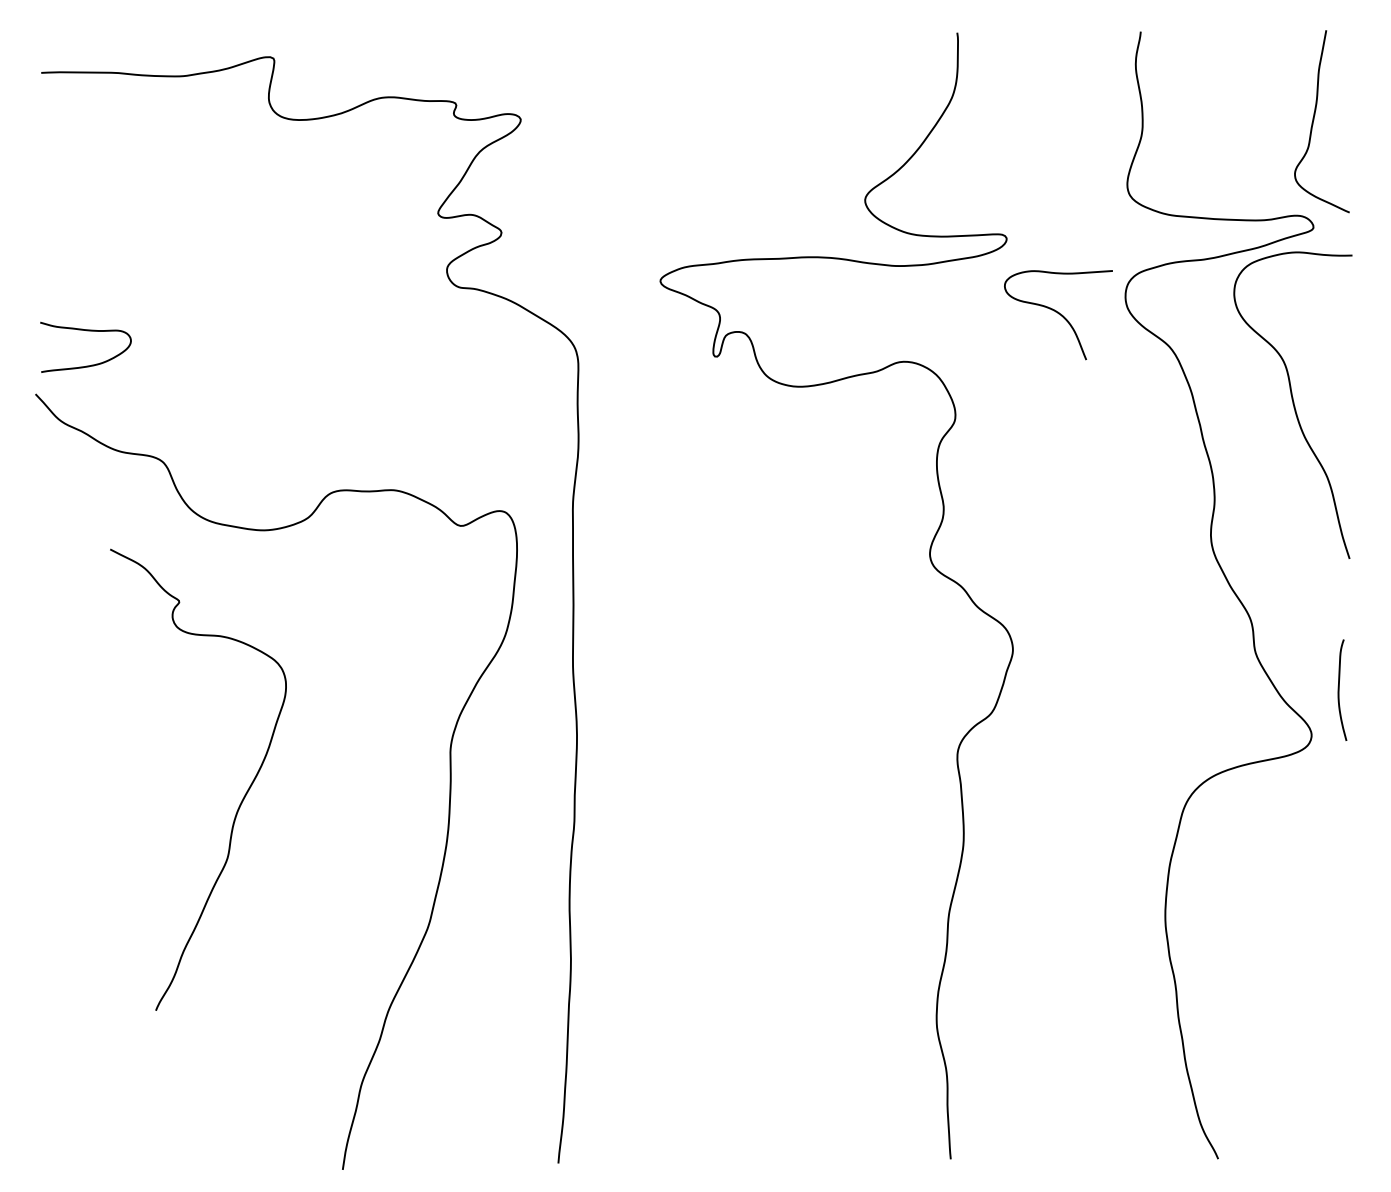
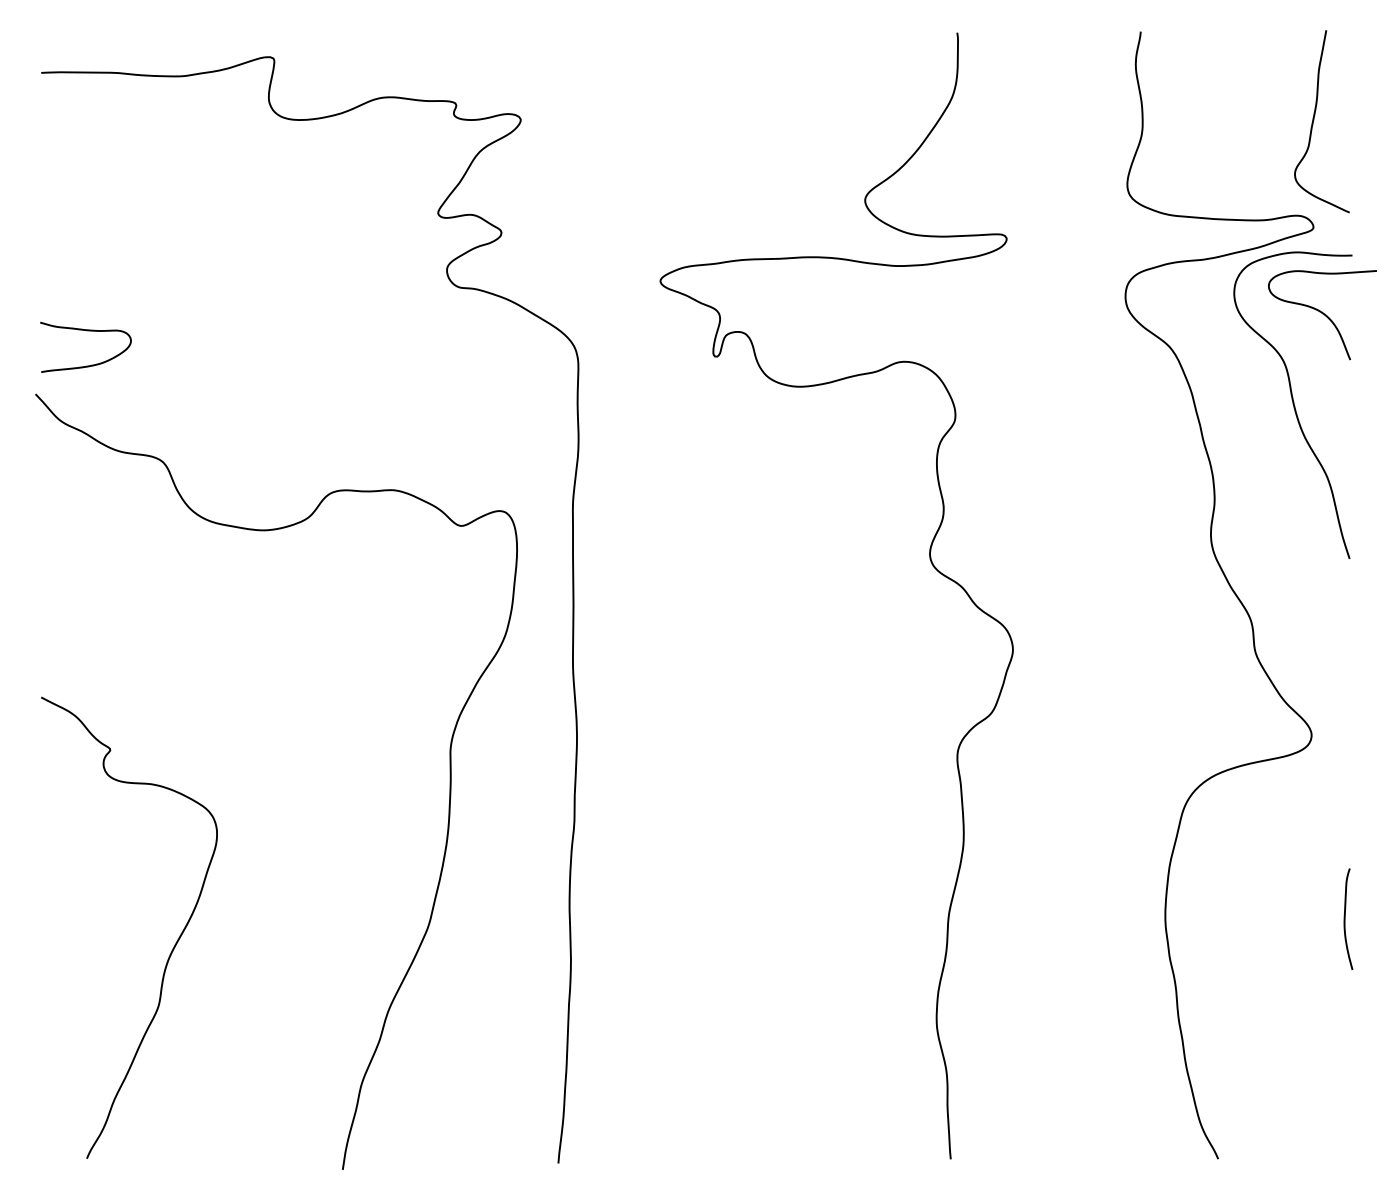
curve at (1058, 314) position: (1058, 314) -> (1322, 314)
curve at (1339, 689) position: (1339, 689) -> (1345, 918)
curve at (241, 800) position: (241, 800) -> (172, 948)
